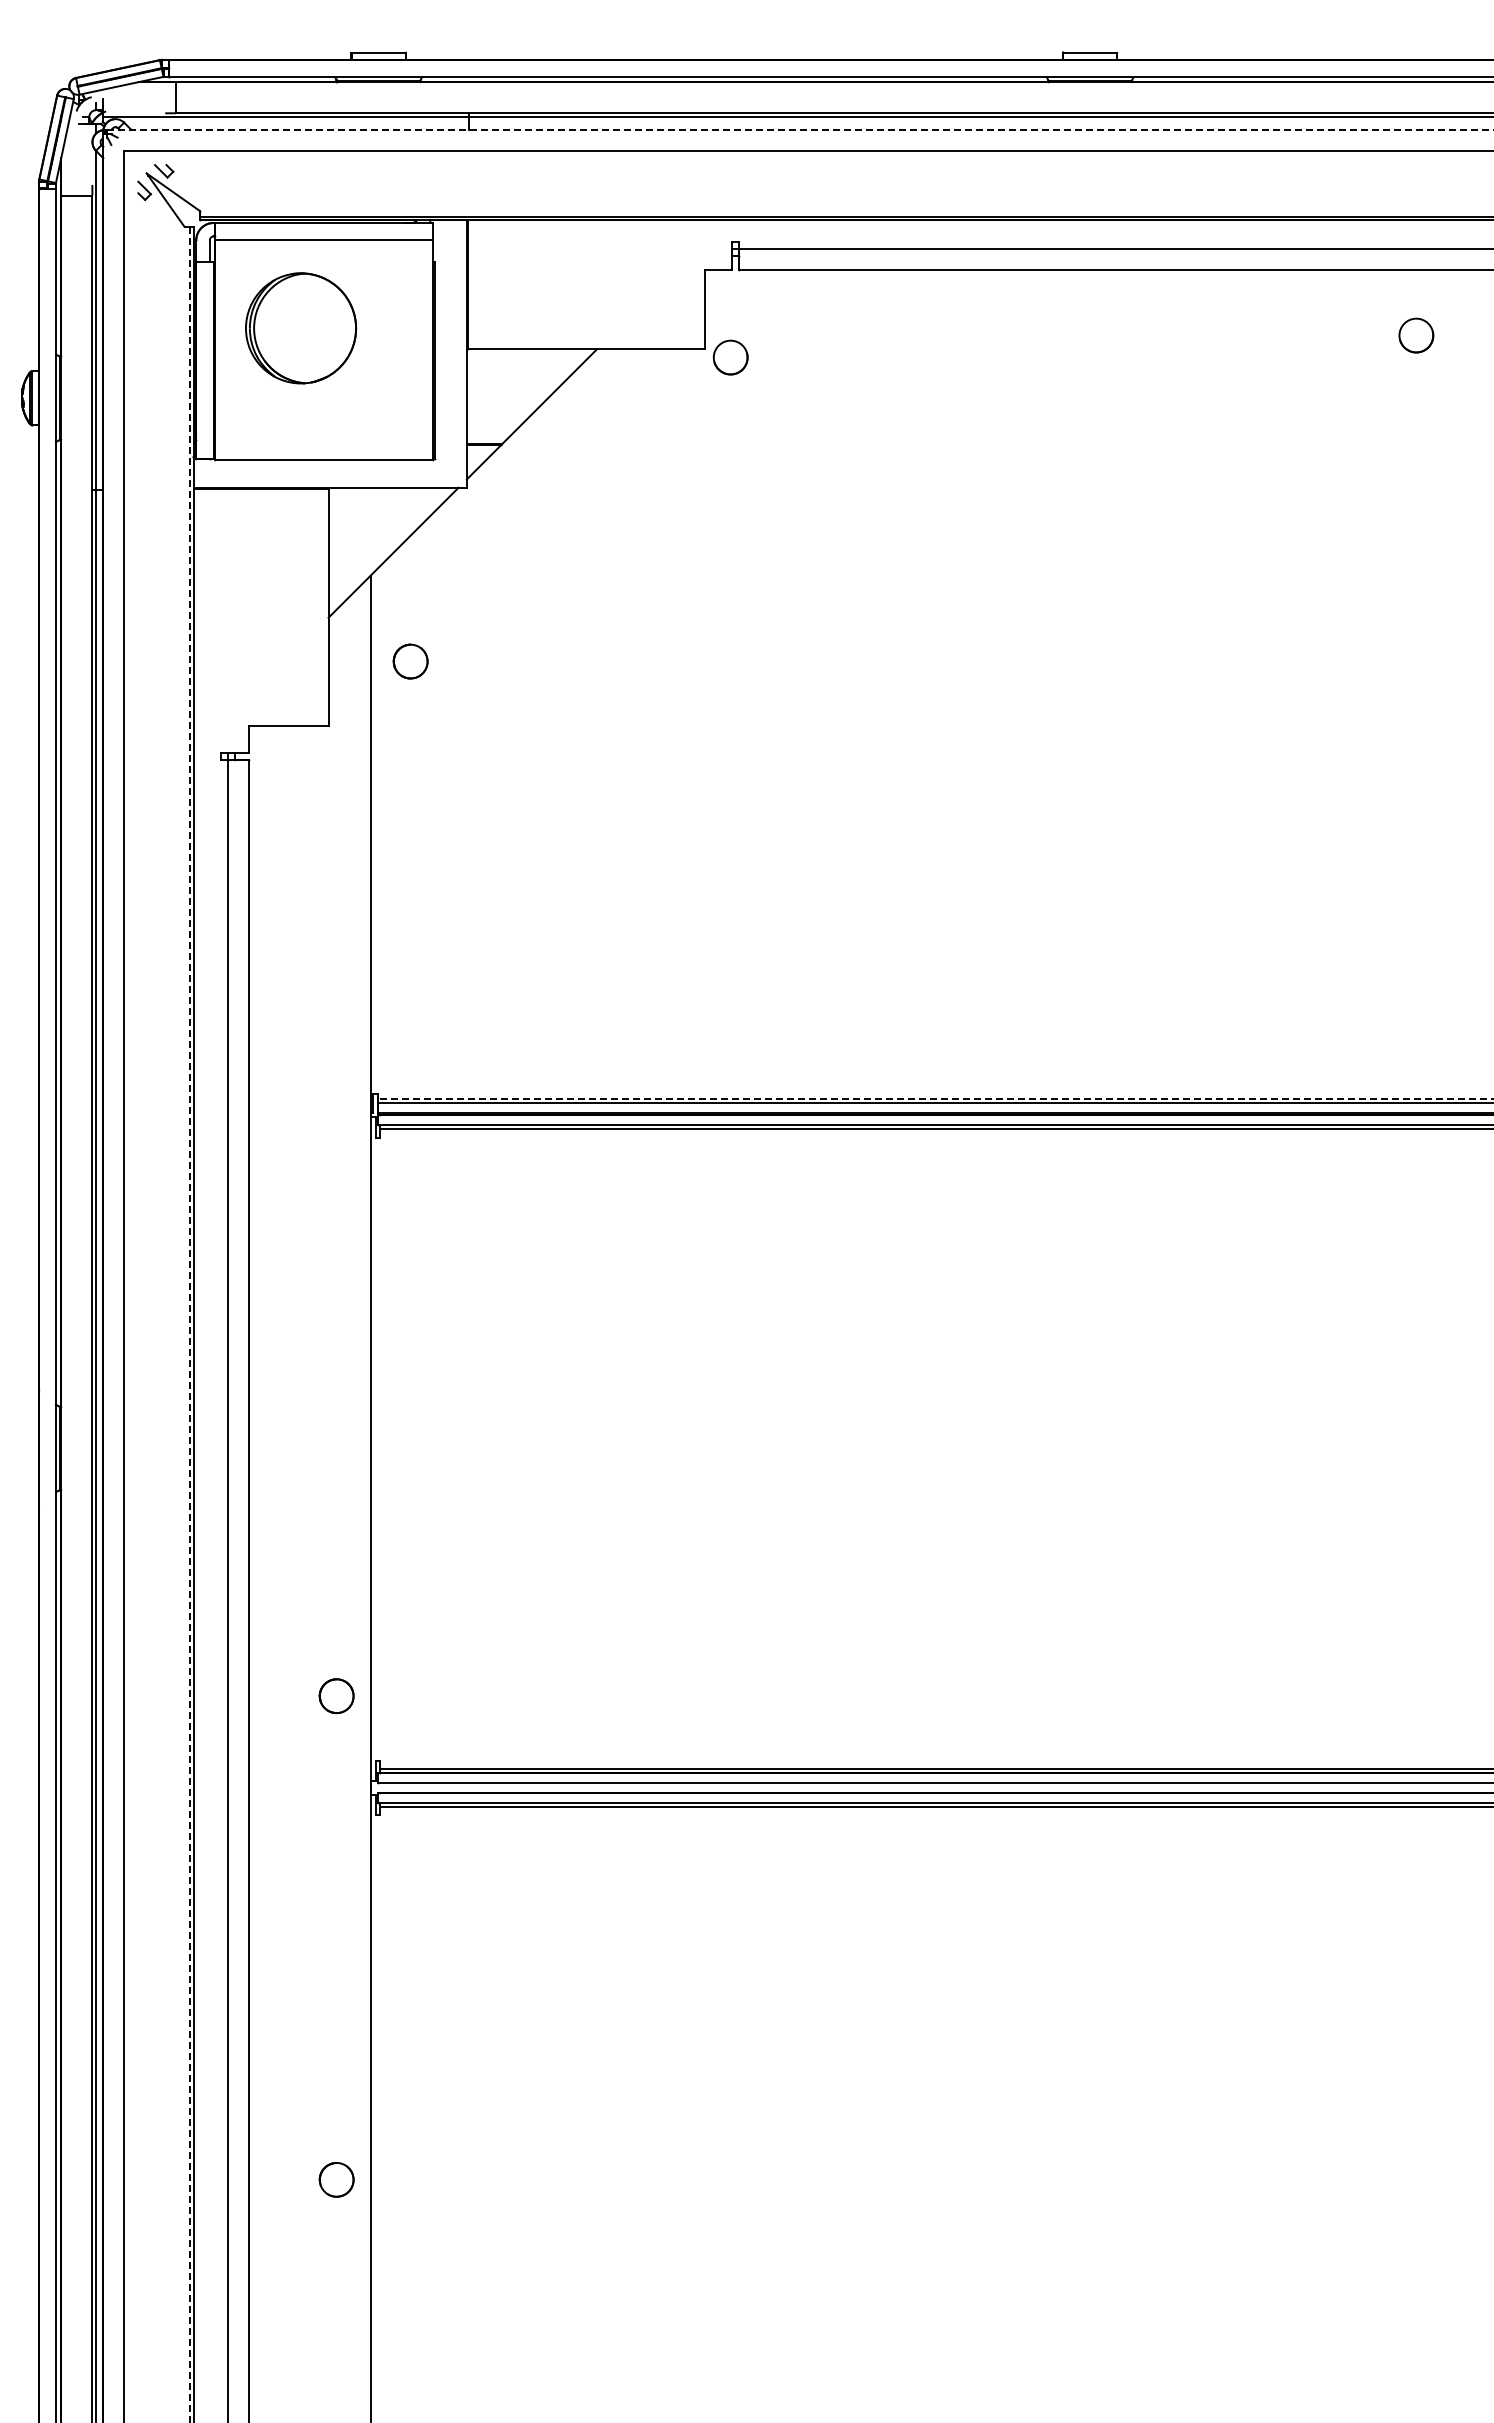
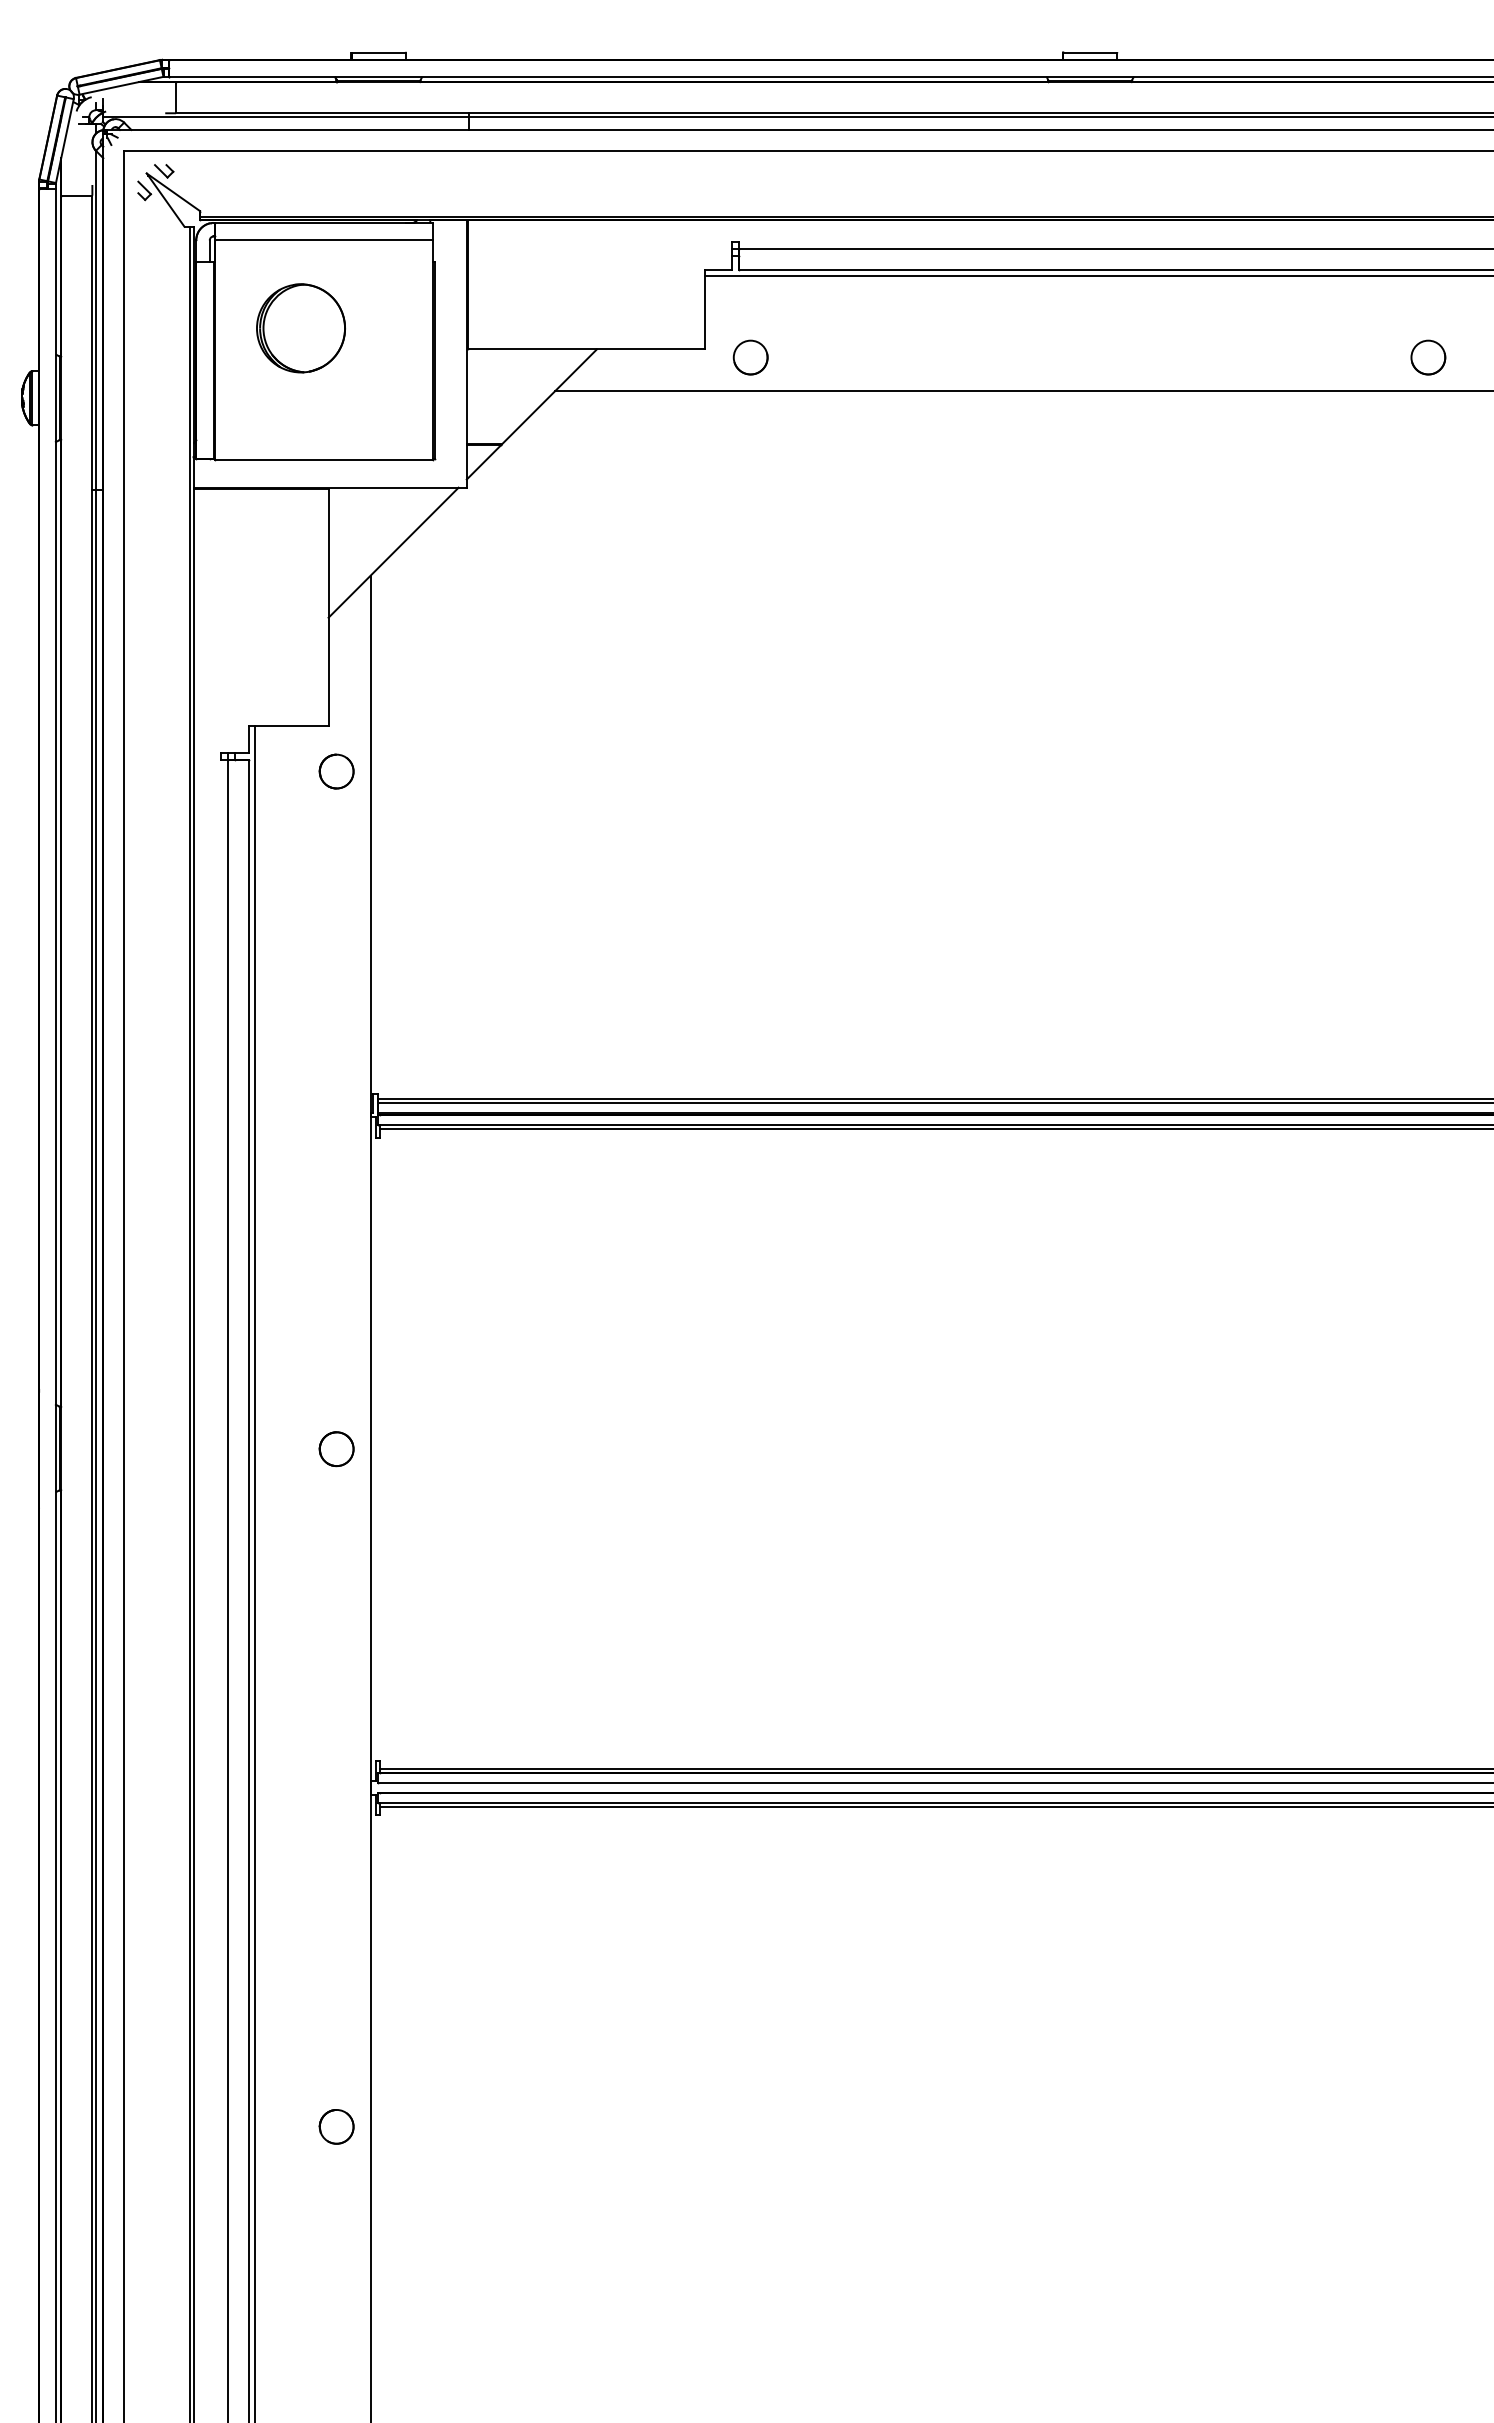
line at (800, 129): dashed -> solid
line at (1097, 276): none -> present
part at (301, 328) size: 113x113 px -> 90x91 px
part at (1416, 335) position: (1416, 335) -> (1428, 357)
part at (730, 357) position: (730, 357) -> (750, 357)
line at (1022, 391): none -> present
part at (410, 661) position: (410, 661) -> (336, 771)
line at (935, 1098): dashed -> solid
line at (189, 1324): dashed -> solid
line at (255, 1572): none -> present
part at (336, 1696) position: (336, 1696) -> (336, 1449)
part at (336, 2179) position: (336, 2179) -> (336, 2126)
